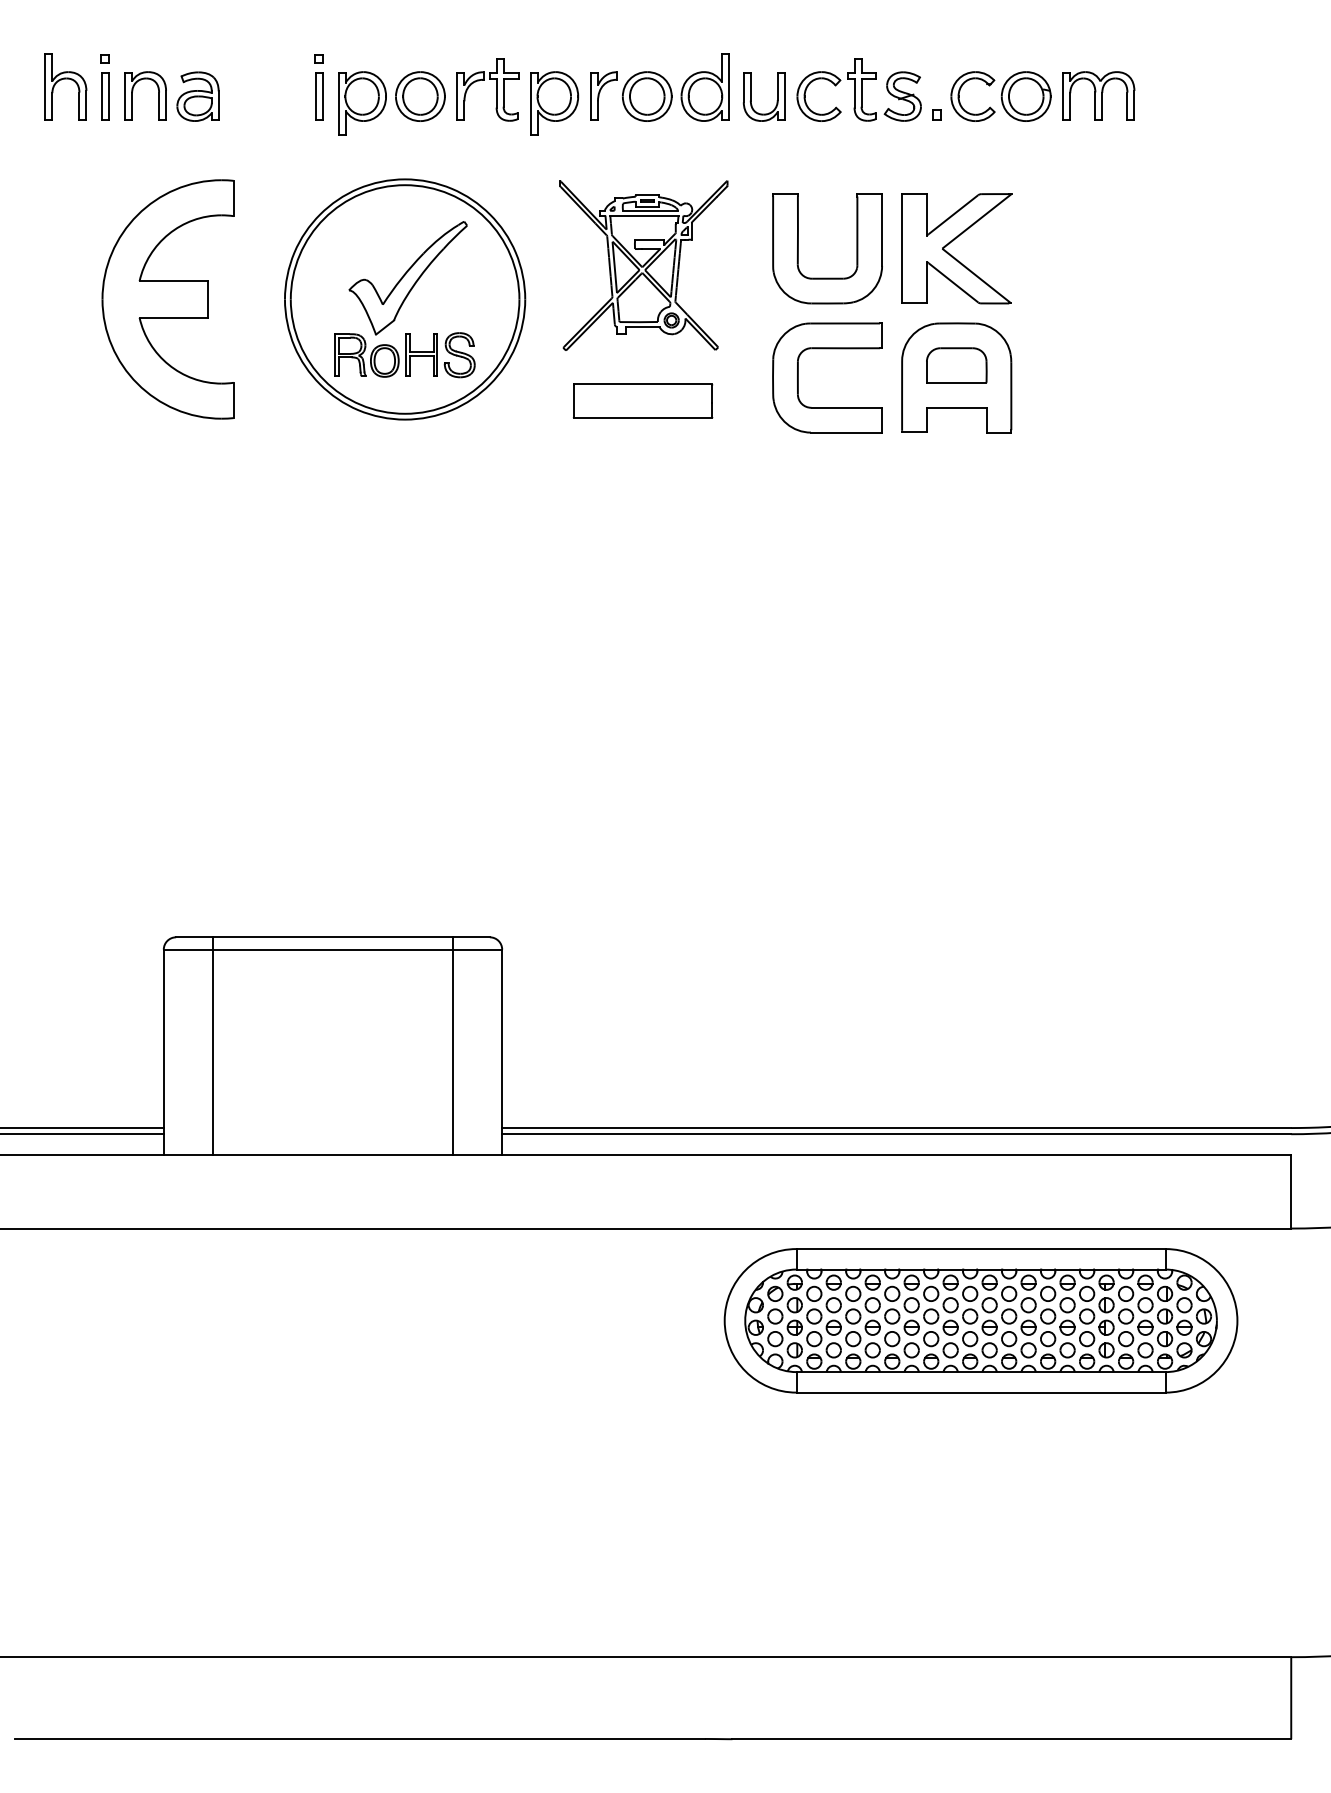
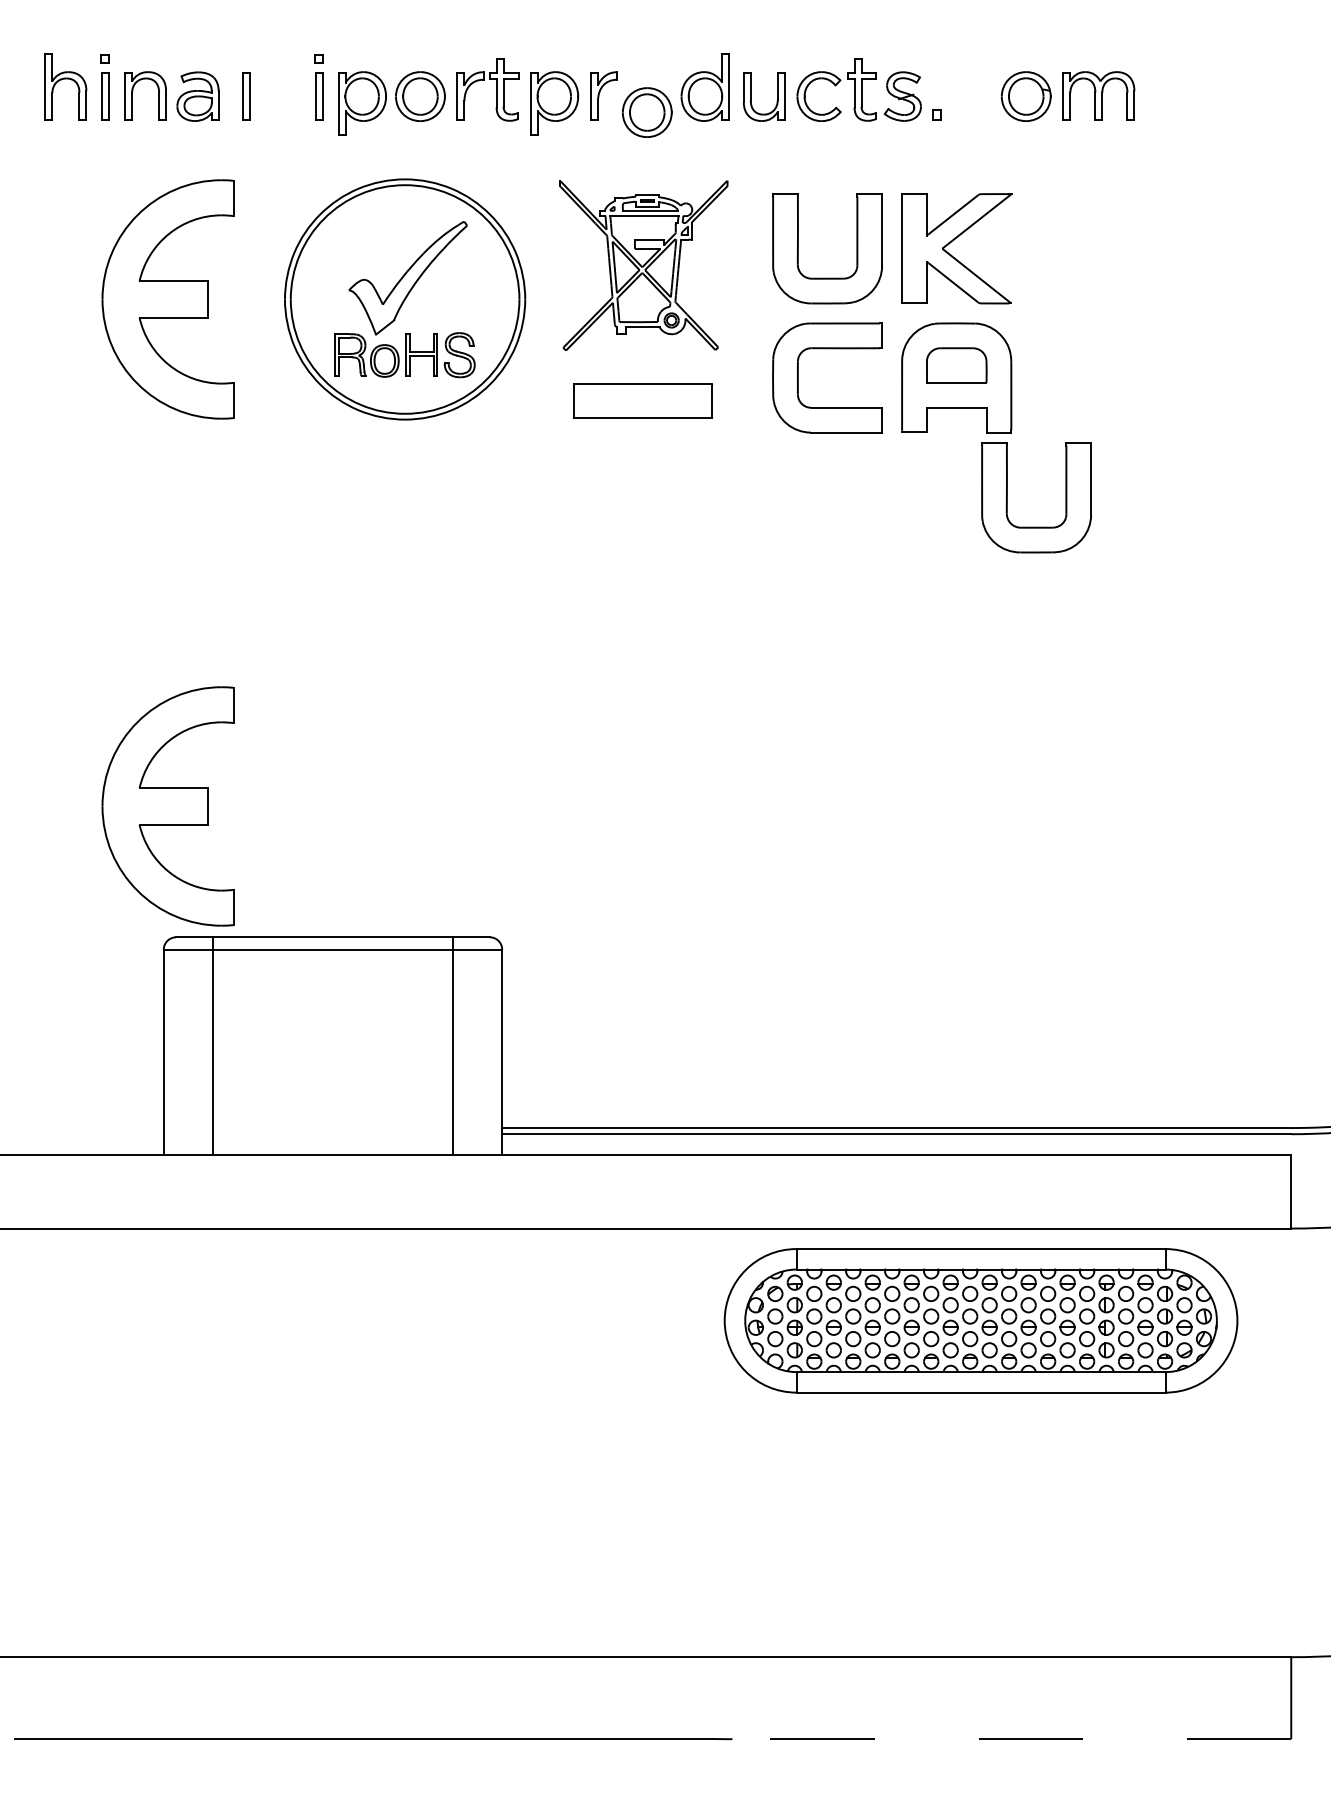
part at (960, 91): present -> none
part at (246, 96): none -> present
part at (647, 96) position: (647, 96) -> (647, 112)
part at (1007, 497): none -> present
part at (167, 806): none -> present
line at (82, 1128): present -> none
line at (82, 1134): present -> none
line at (1011, 1739): solid -> dashed
